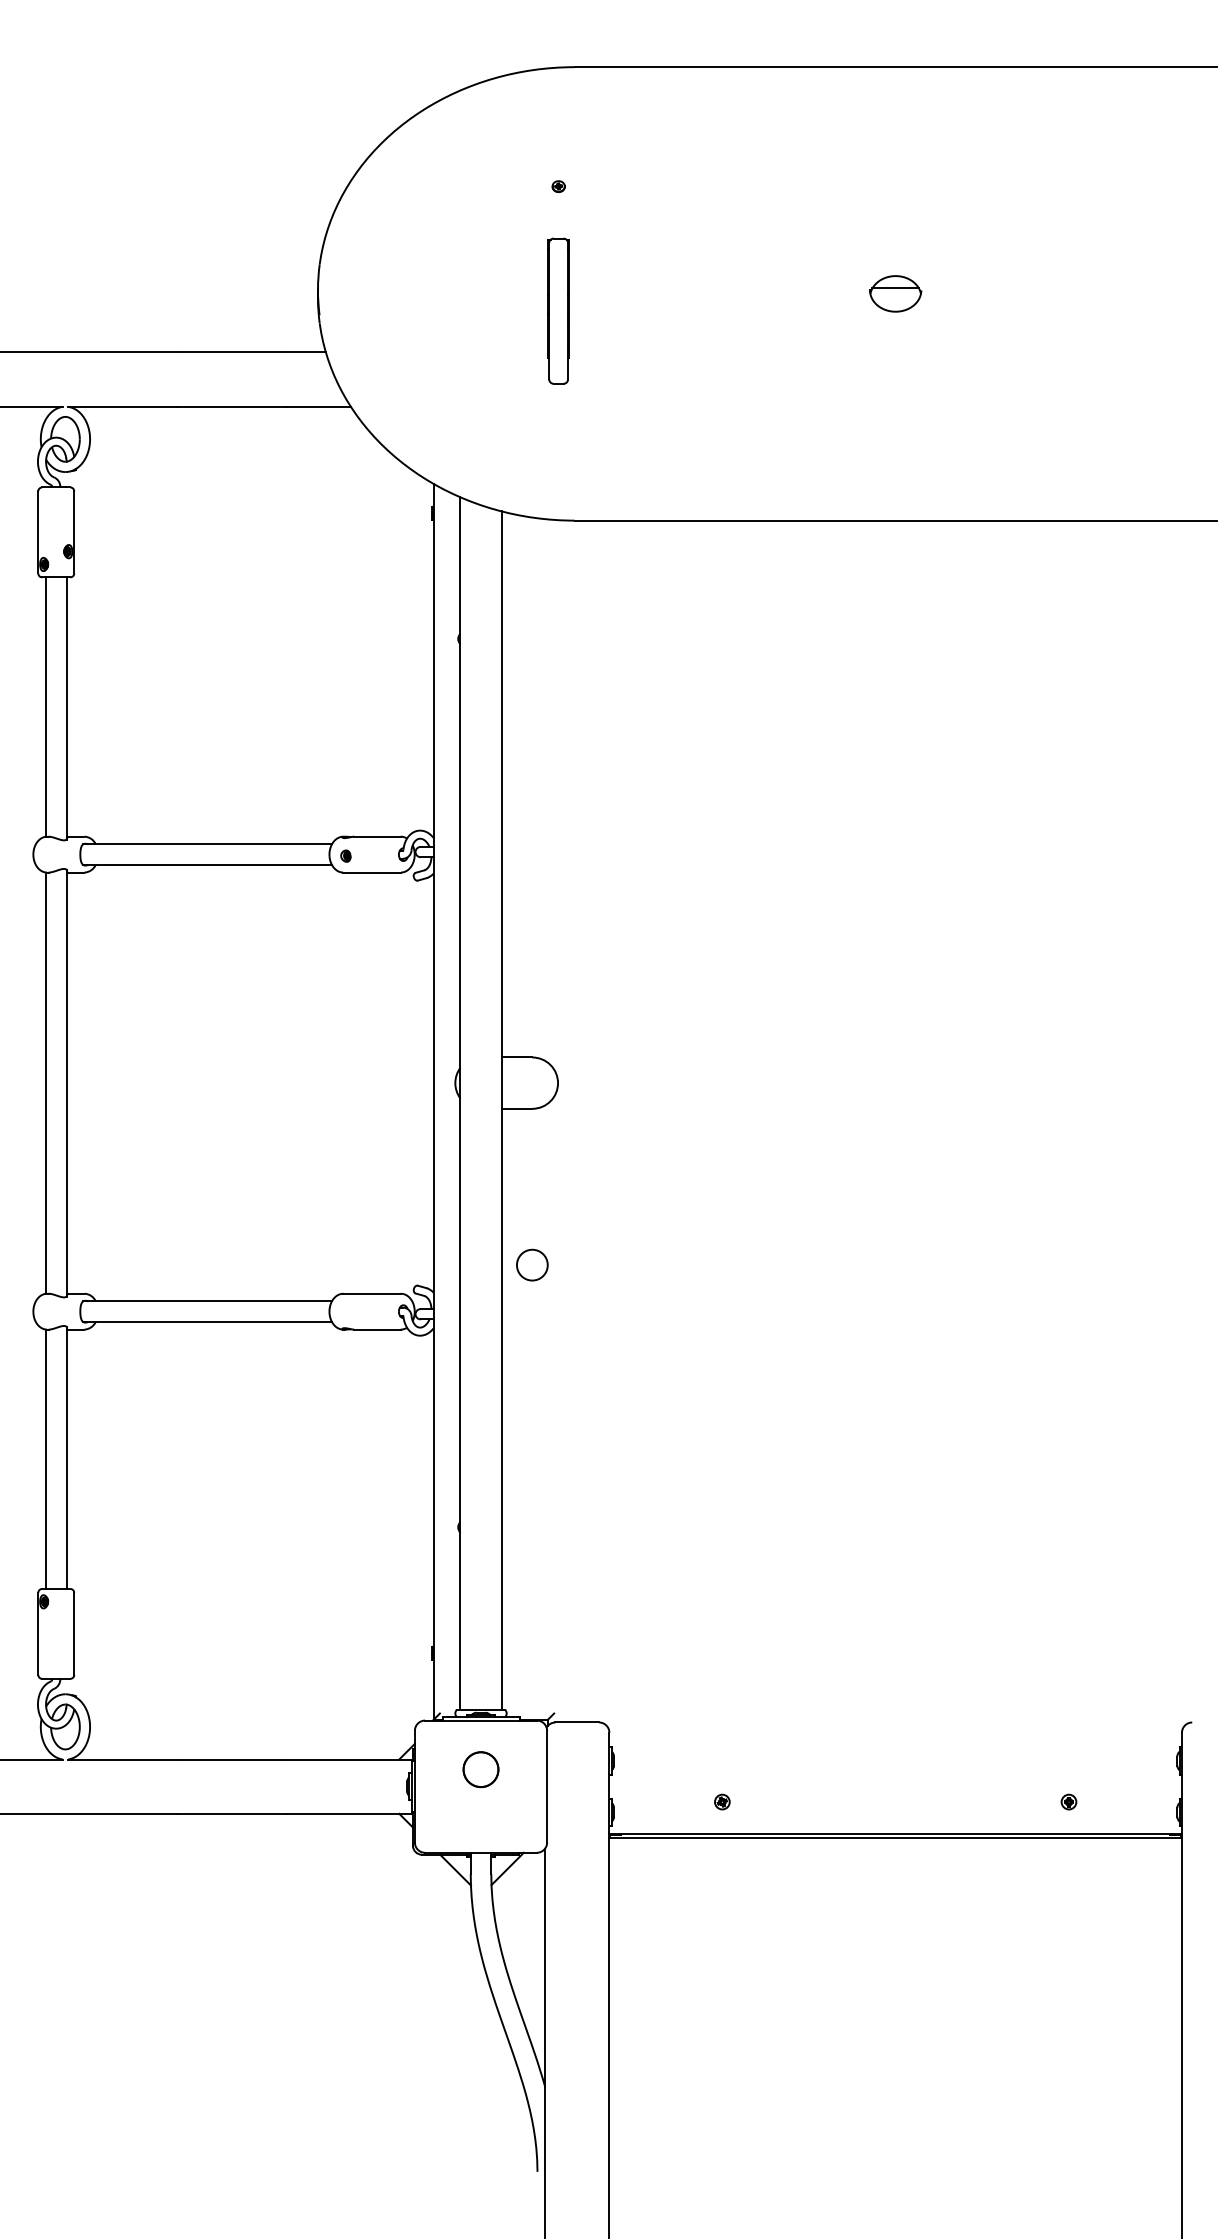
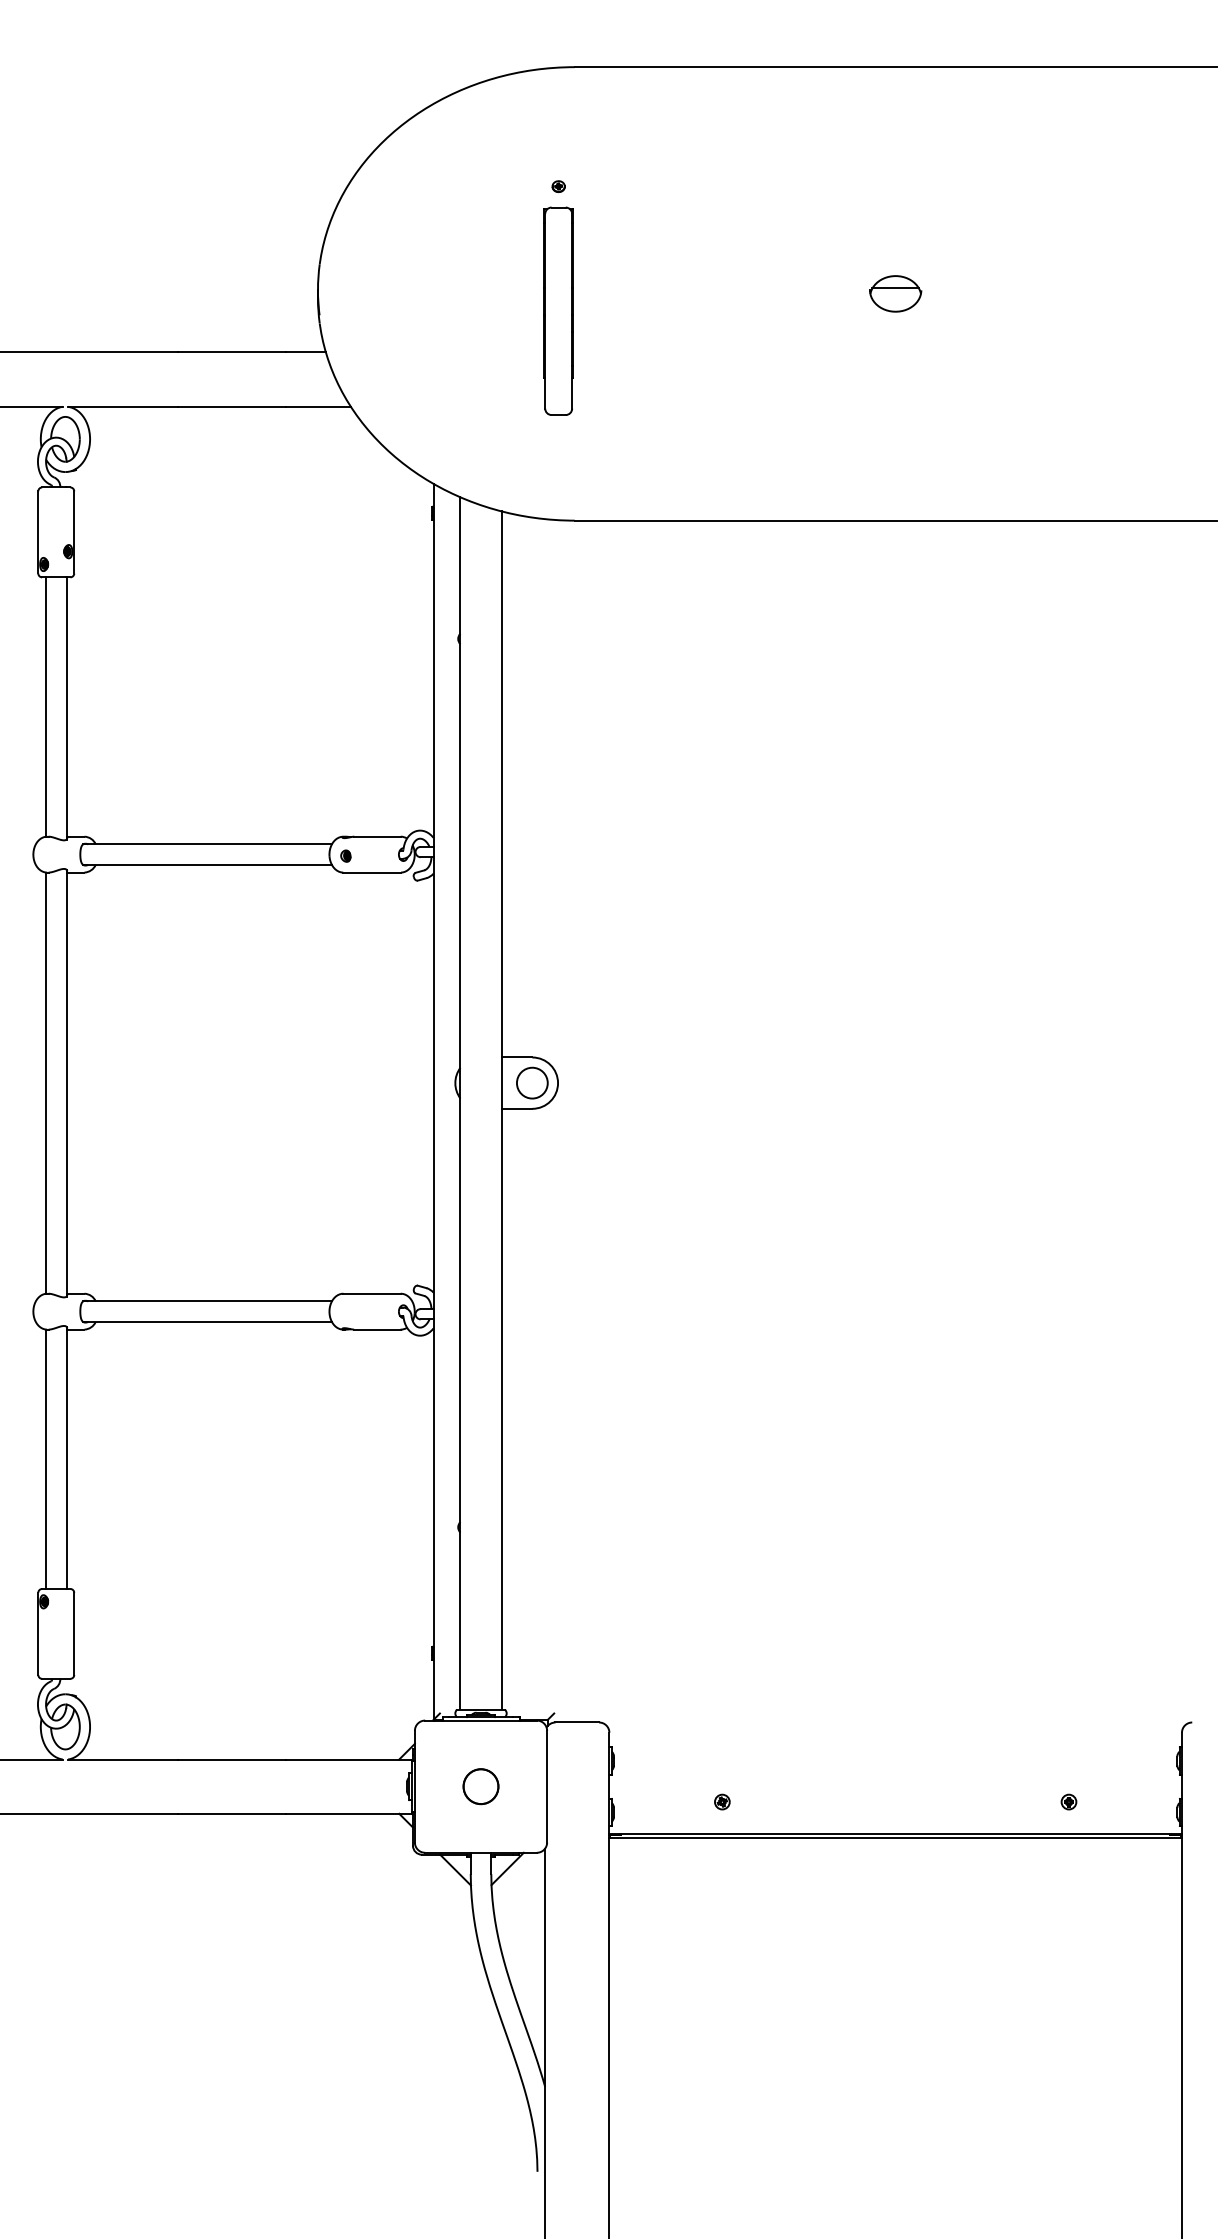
part at (558, 310) size: 23x148 px -> 31x210 px
circle at (532, 1264) position: (532, 1264) -> (532, 1082)
circle at (480, 1769) position: (480, 1769) -> (480, 1786)
